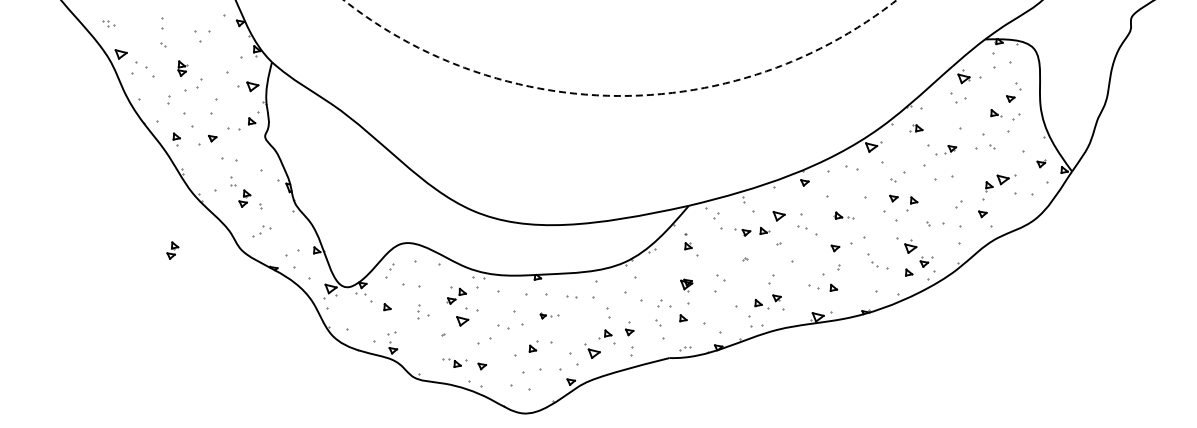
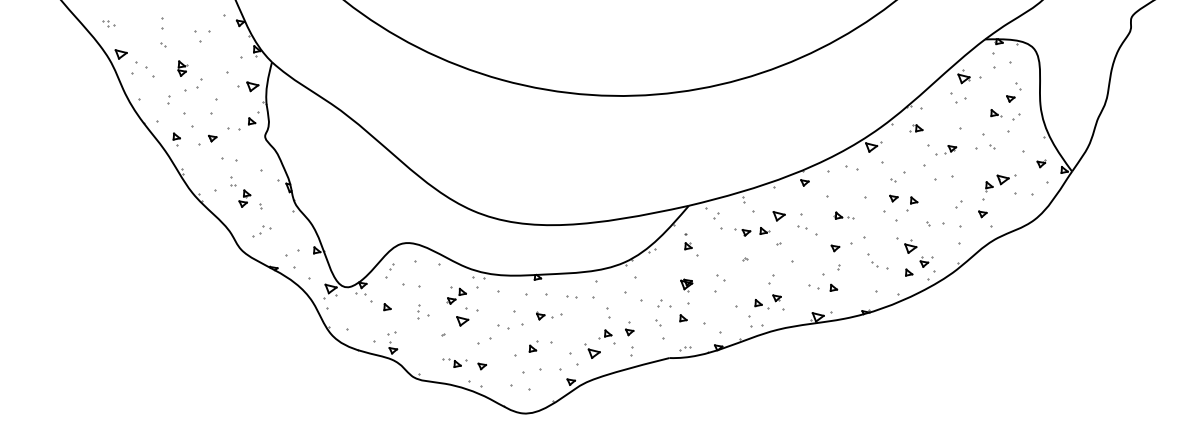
arc at (612, 95): dashed -> solid
part at (172, 250): present -> none
part at (549, 315) size: 21x8 px -> 27x10 px
